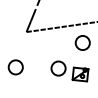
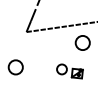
part at (69, 71) size: 40x23 px -> 28x17 px
